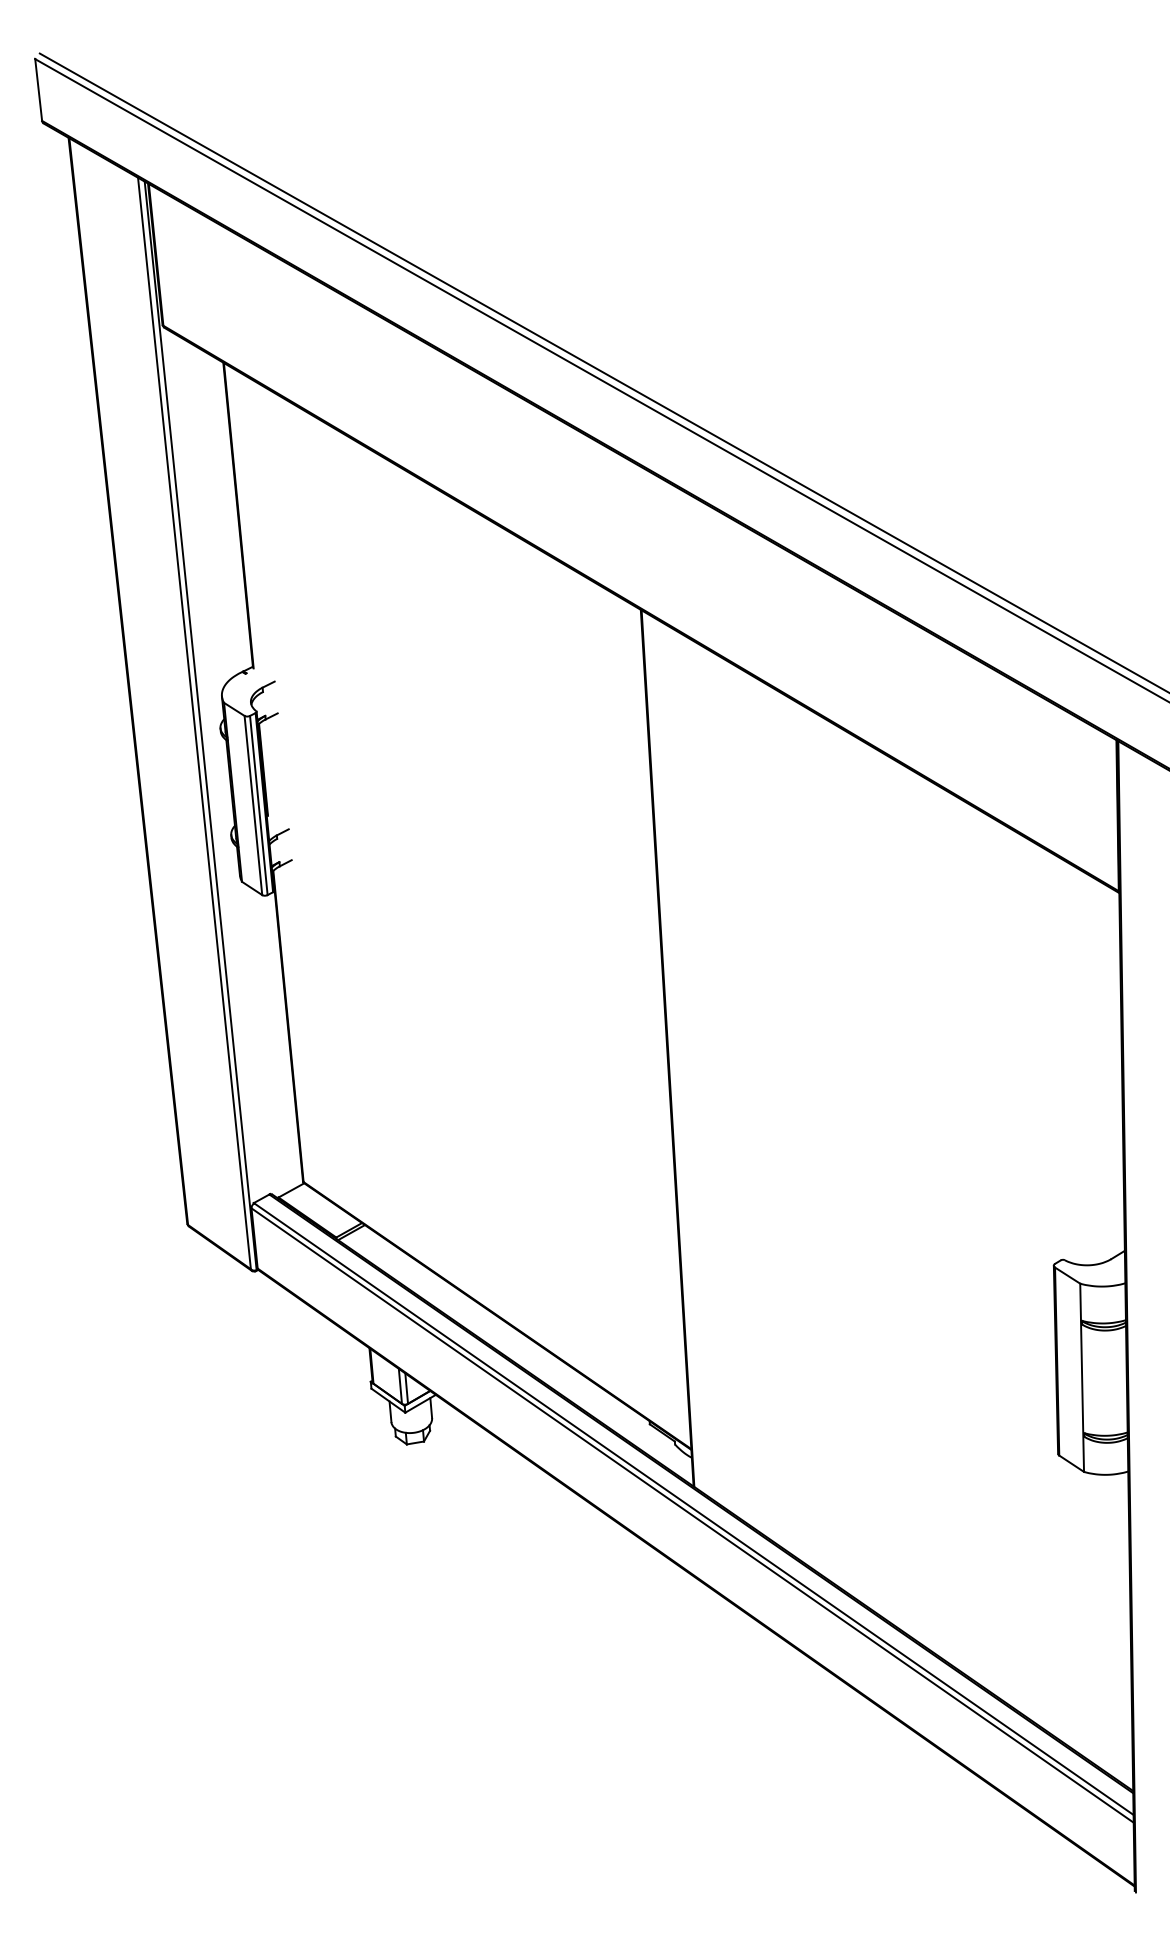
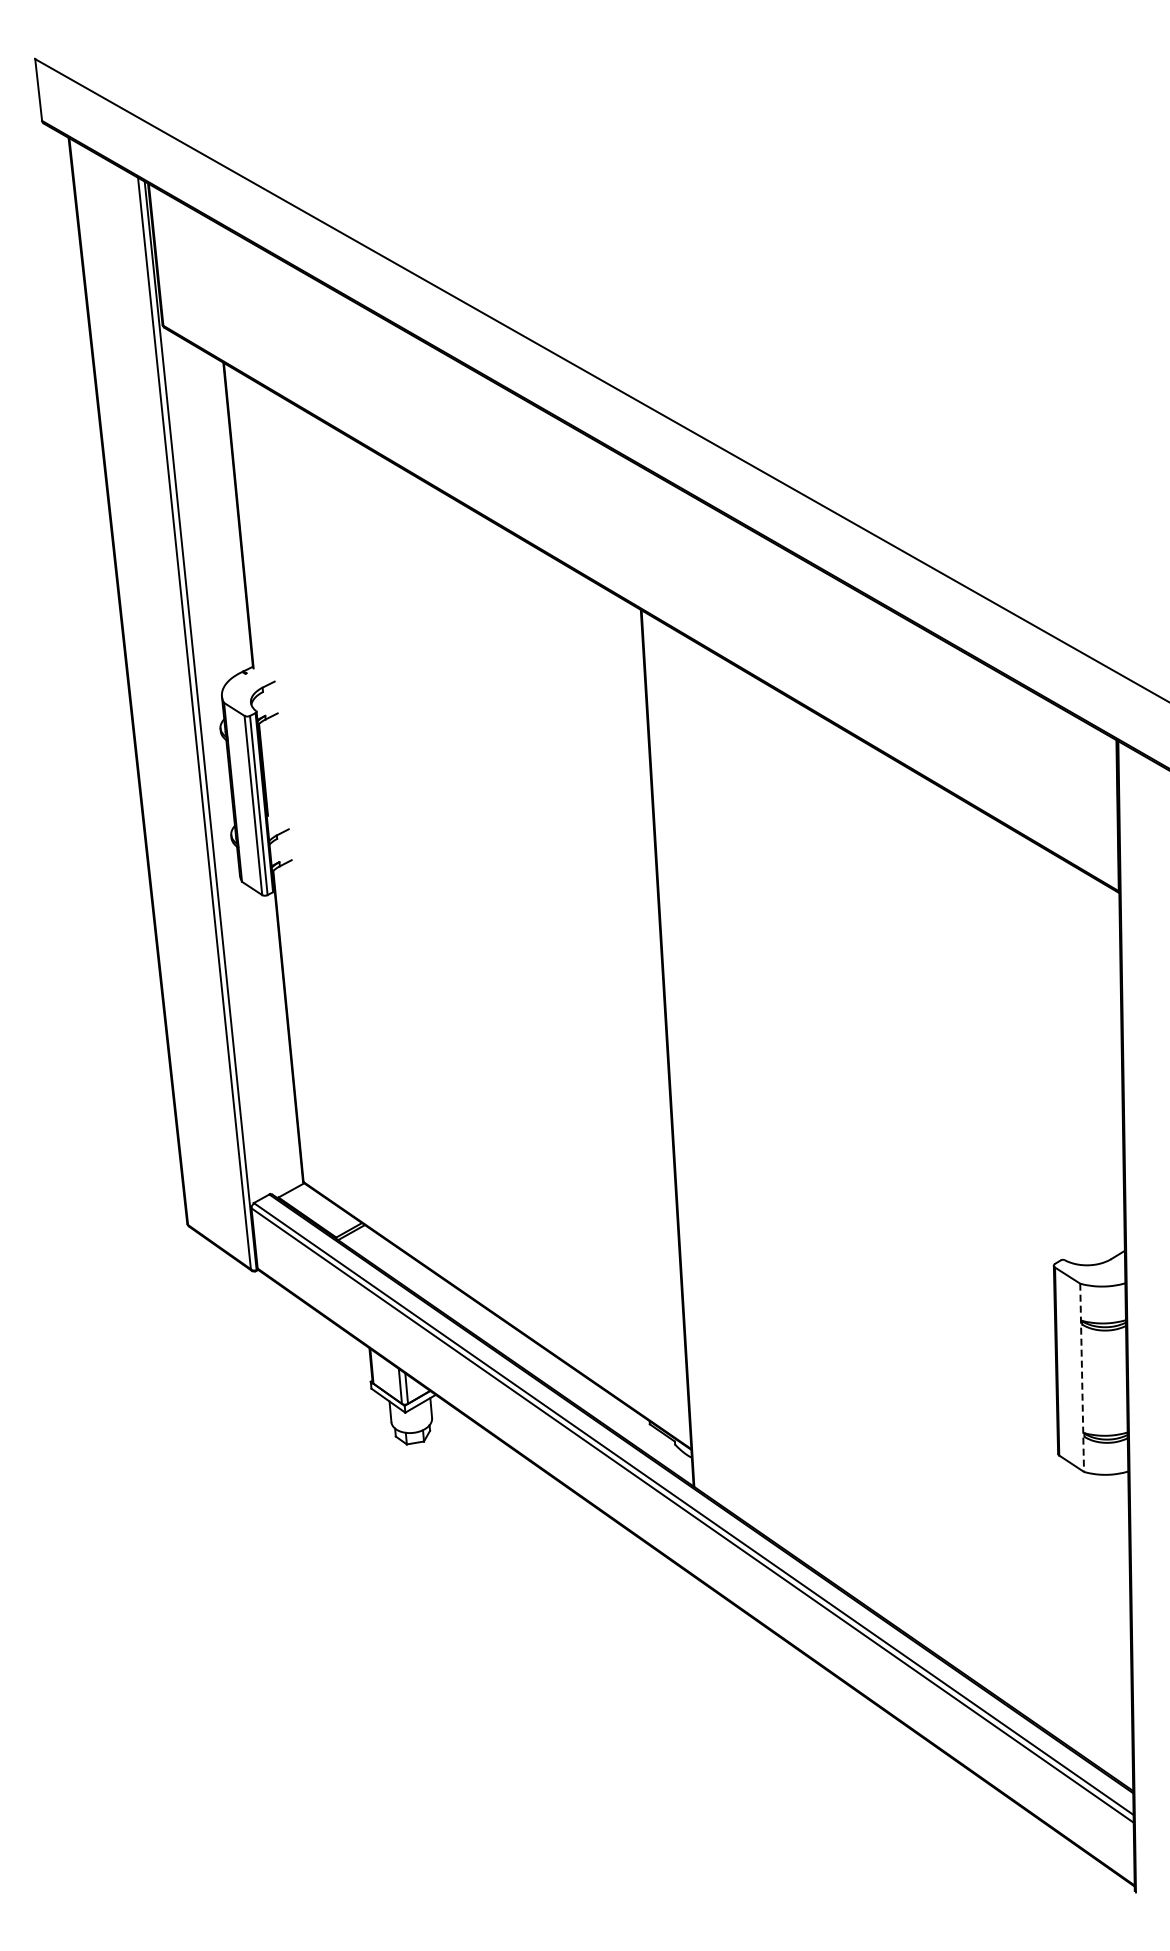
line at (602, 372): present -> none
line at (1082, 1378): solid -> dashed
